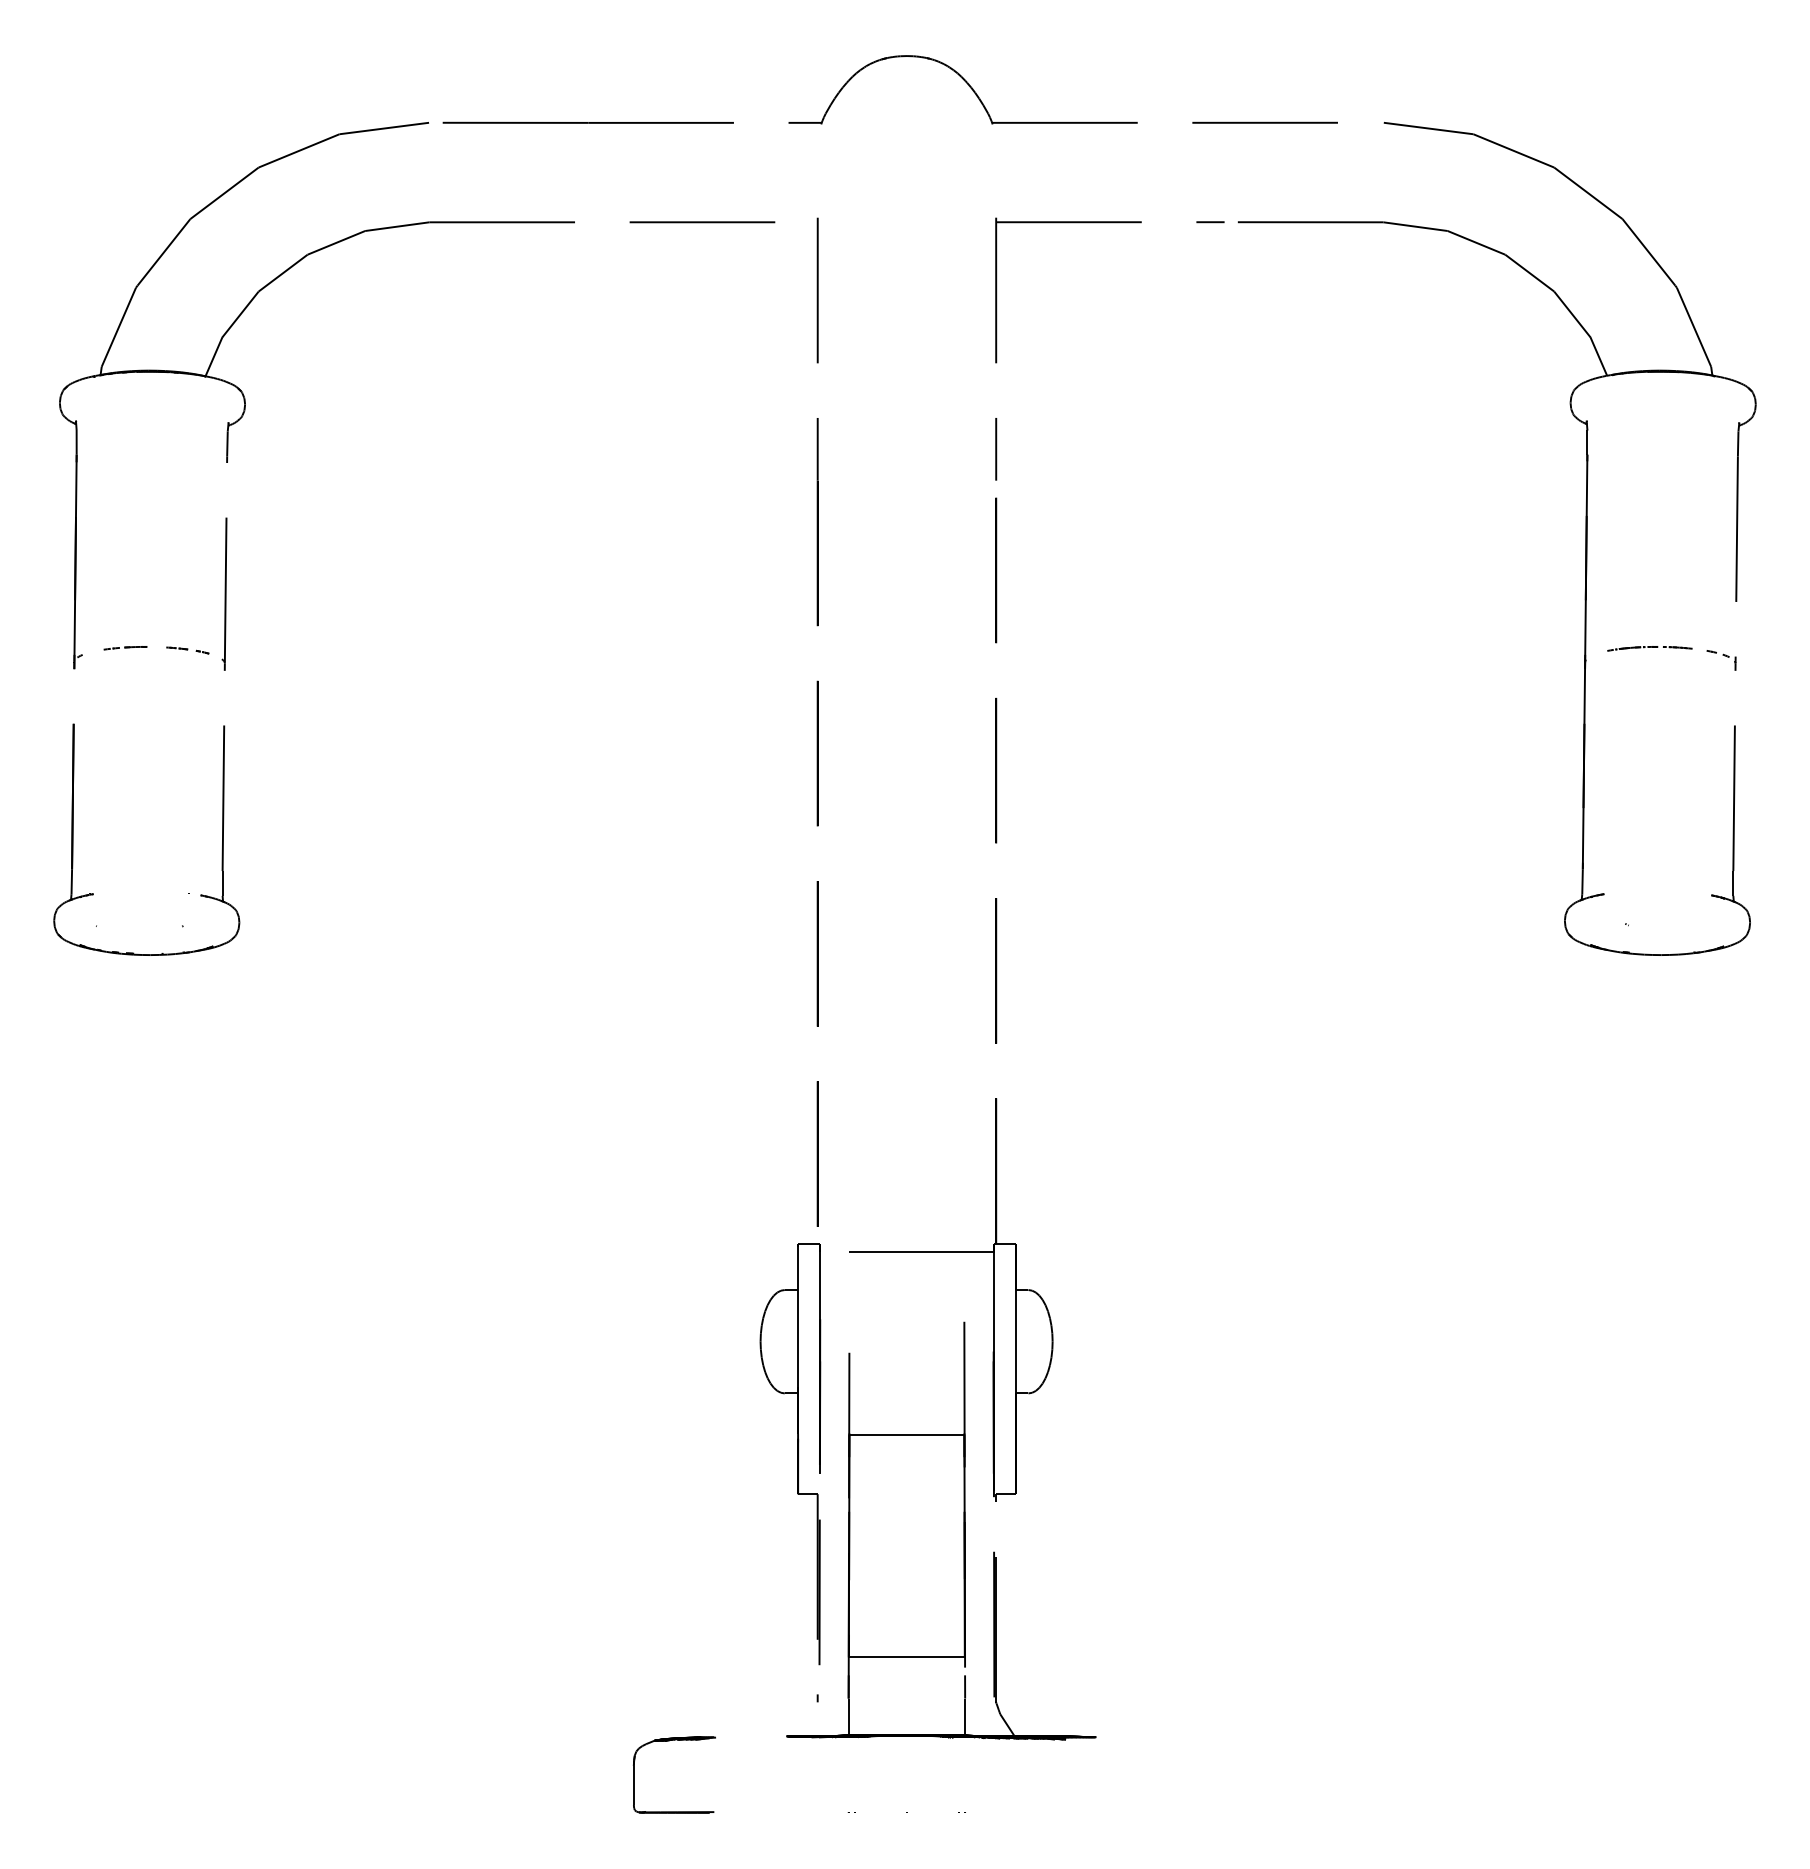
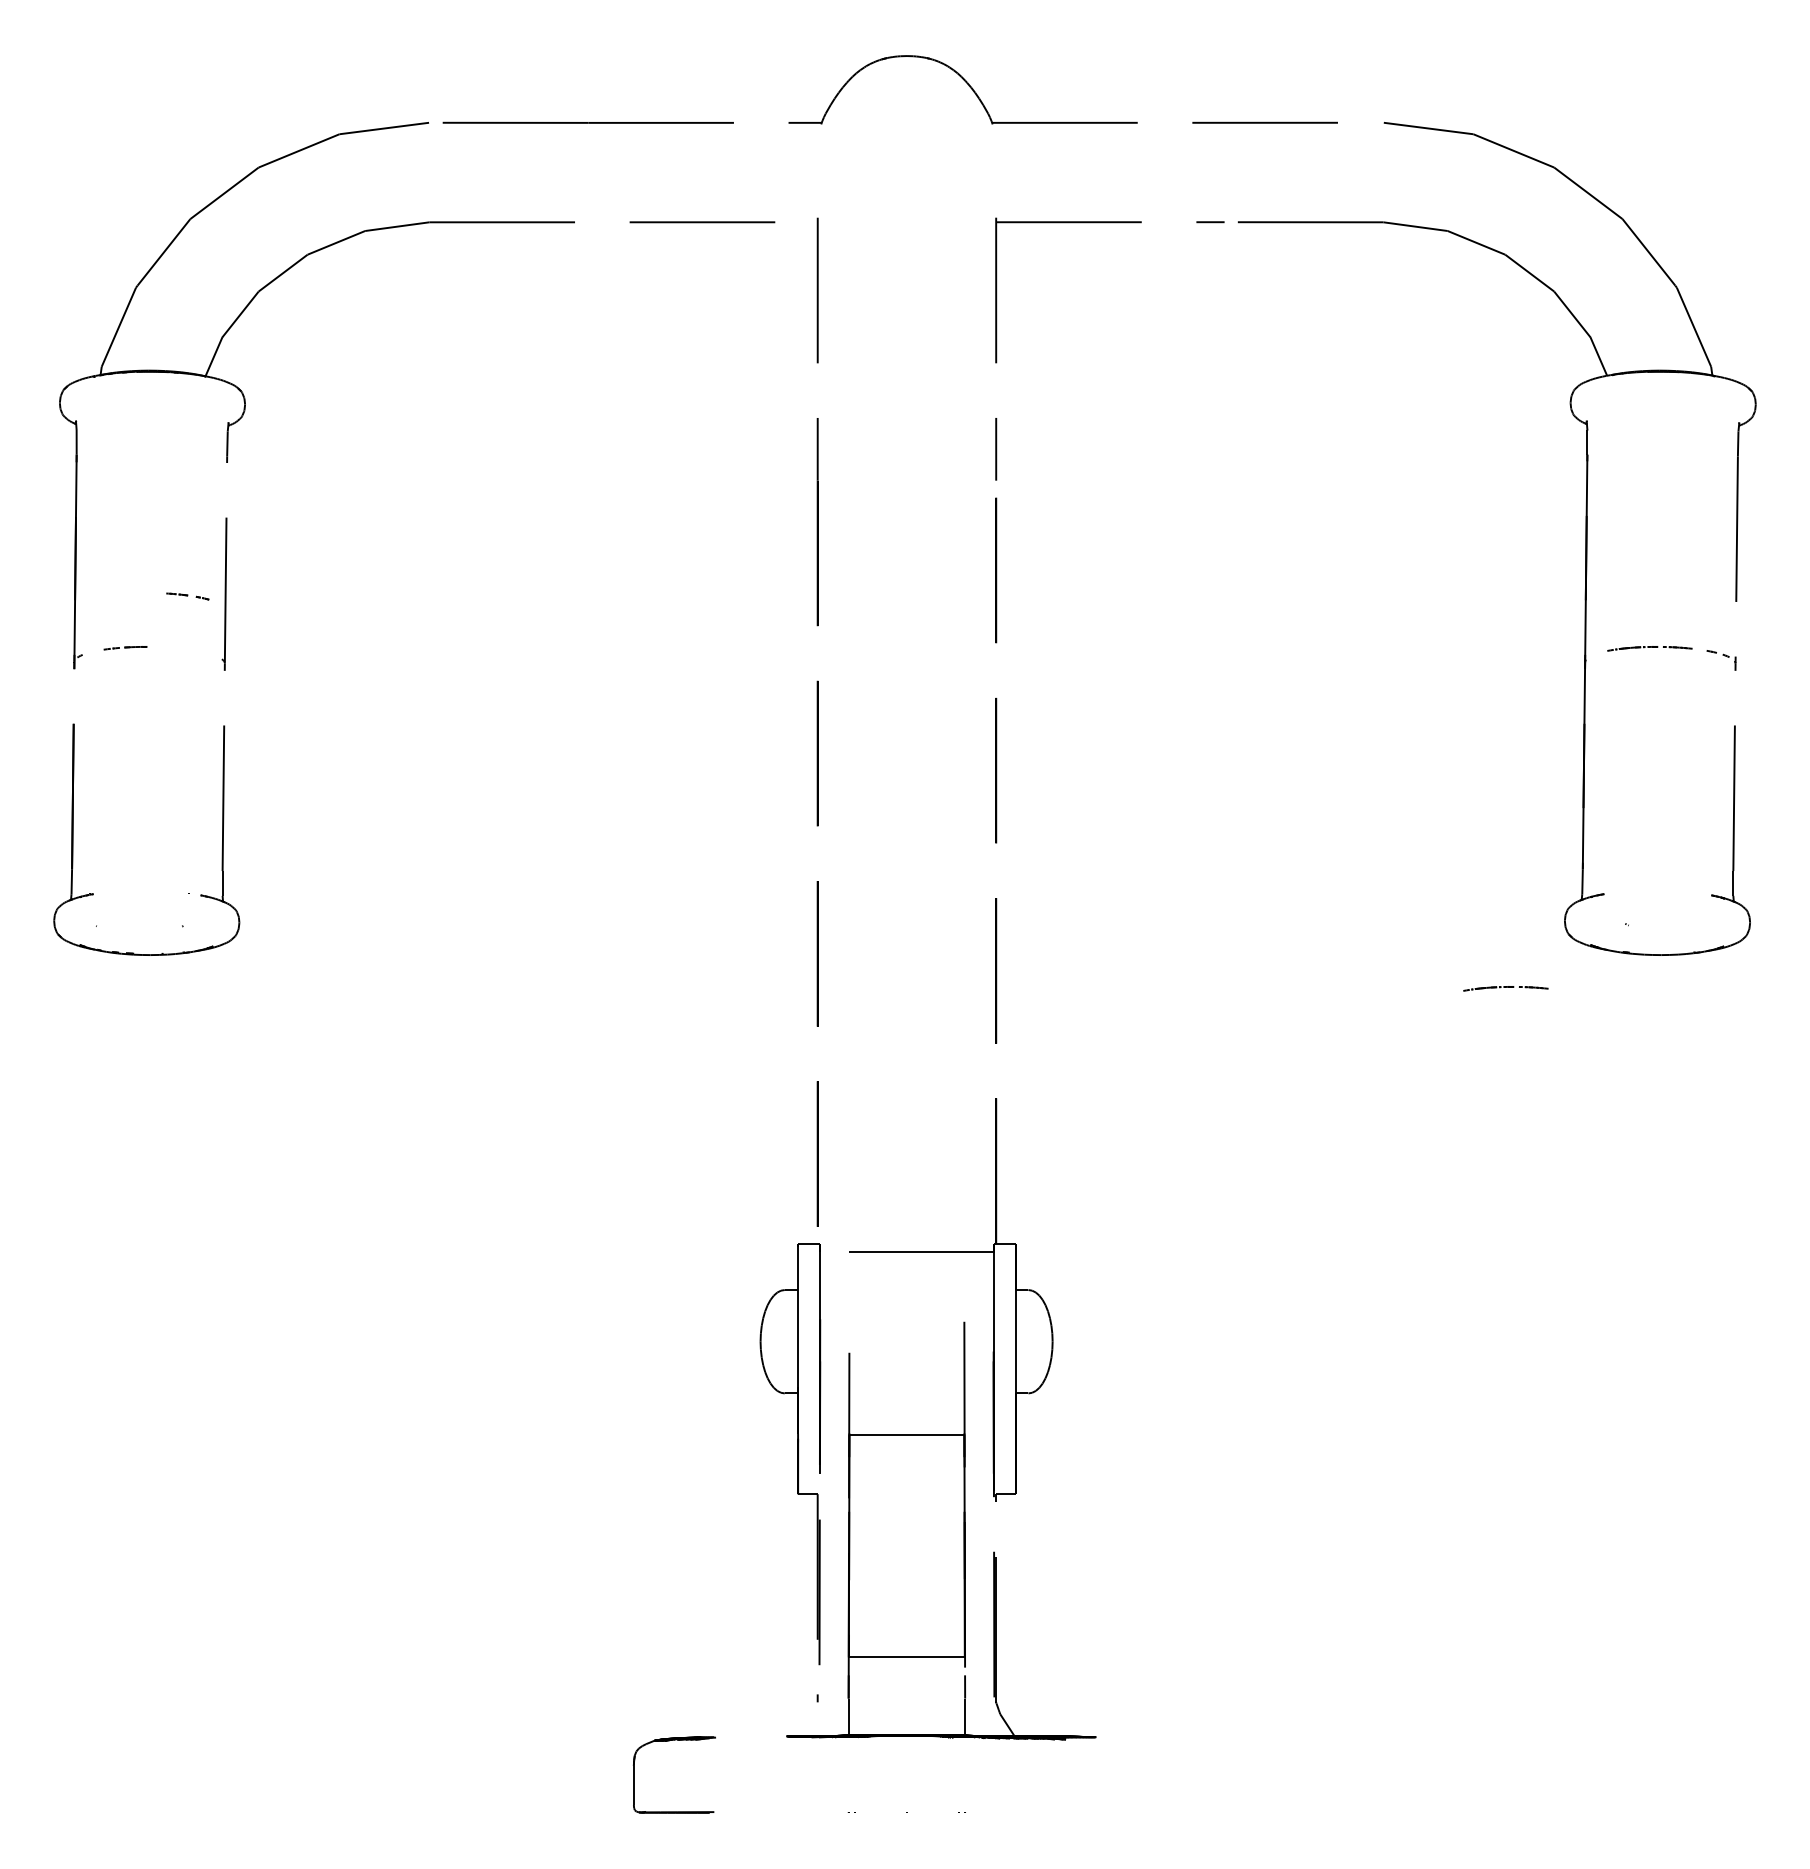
part at (187, 650) position: (187, 650) -> (187, 596)
part at (1505, 988): none -> present
